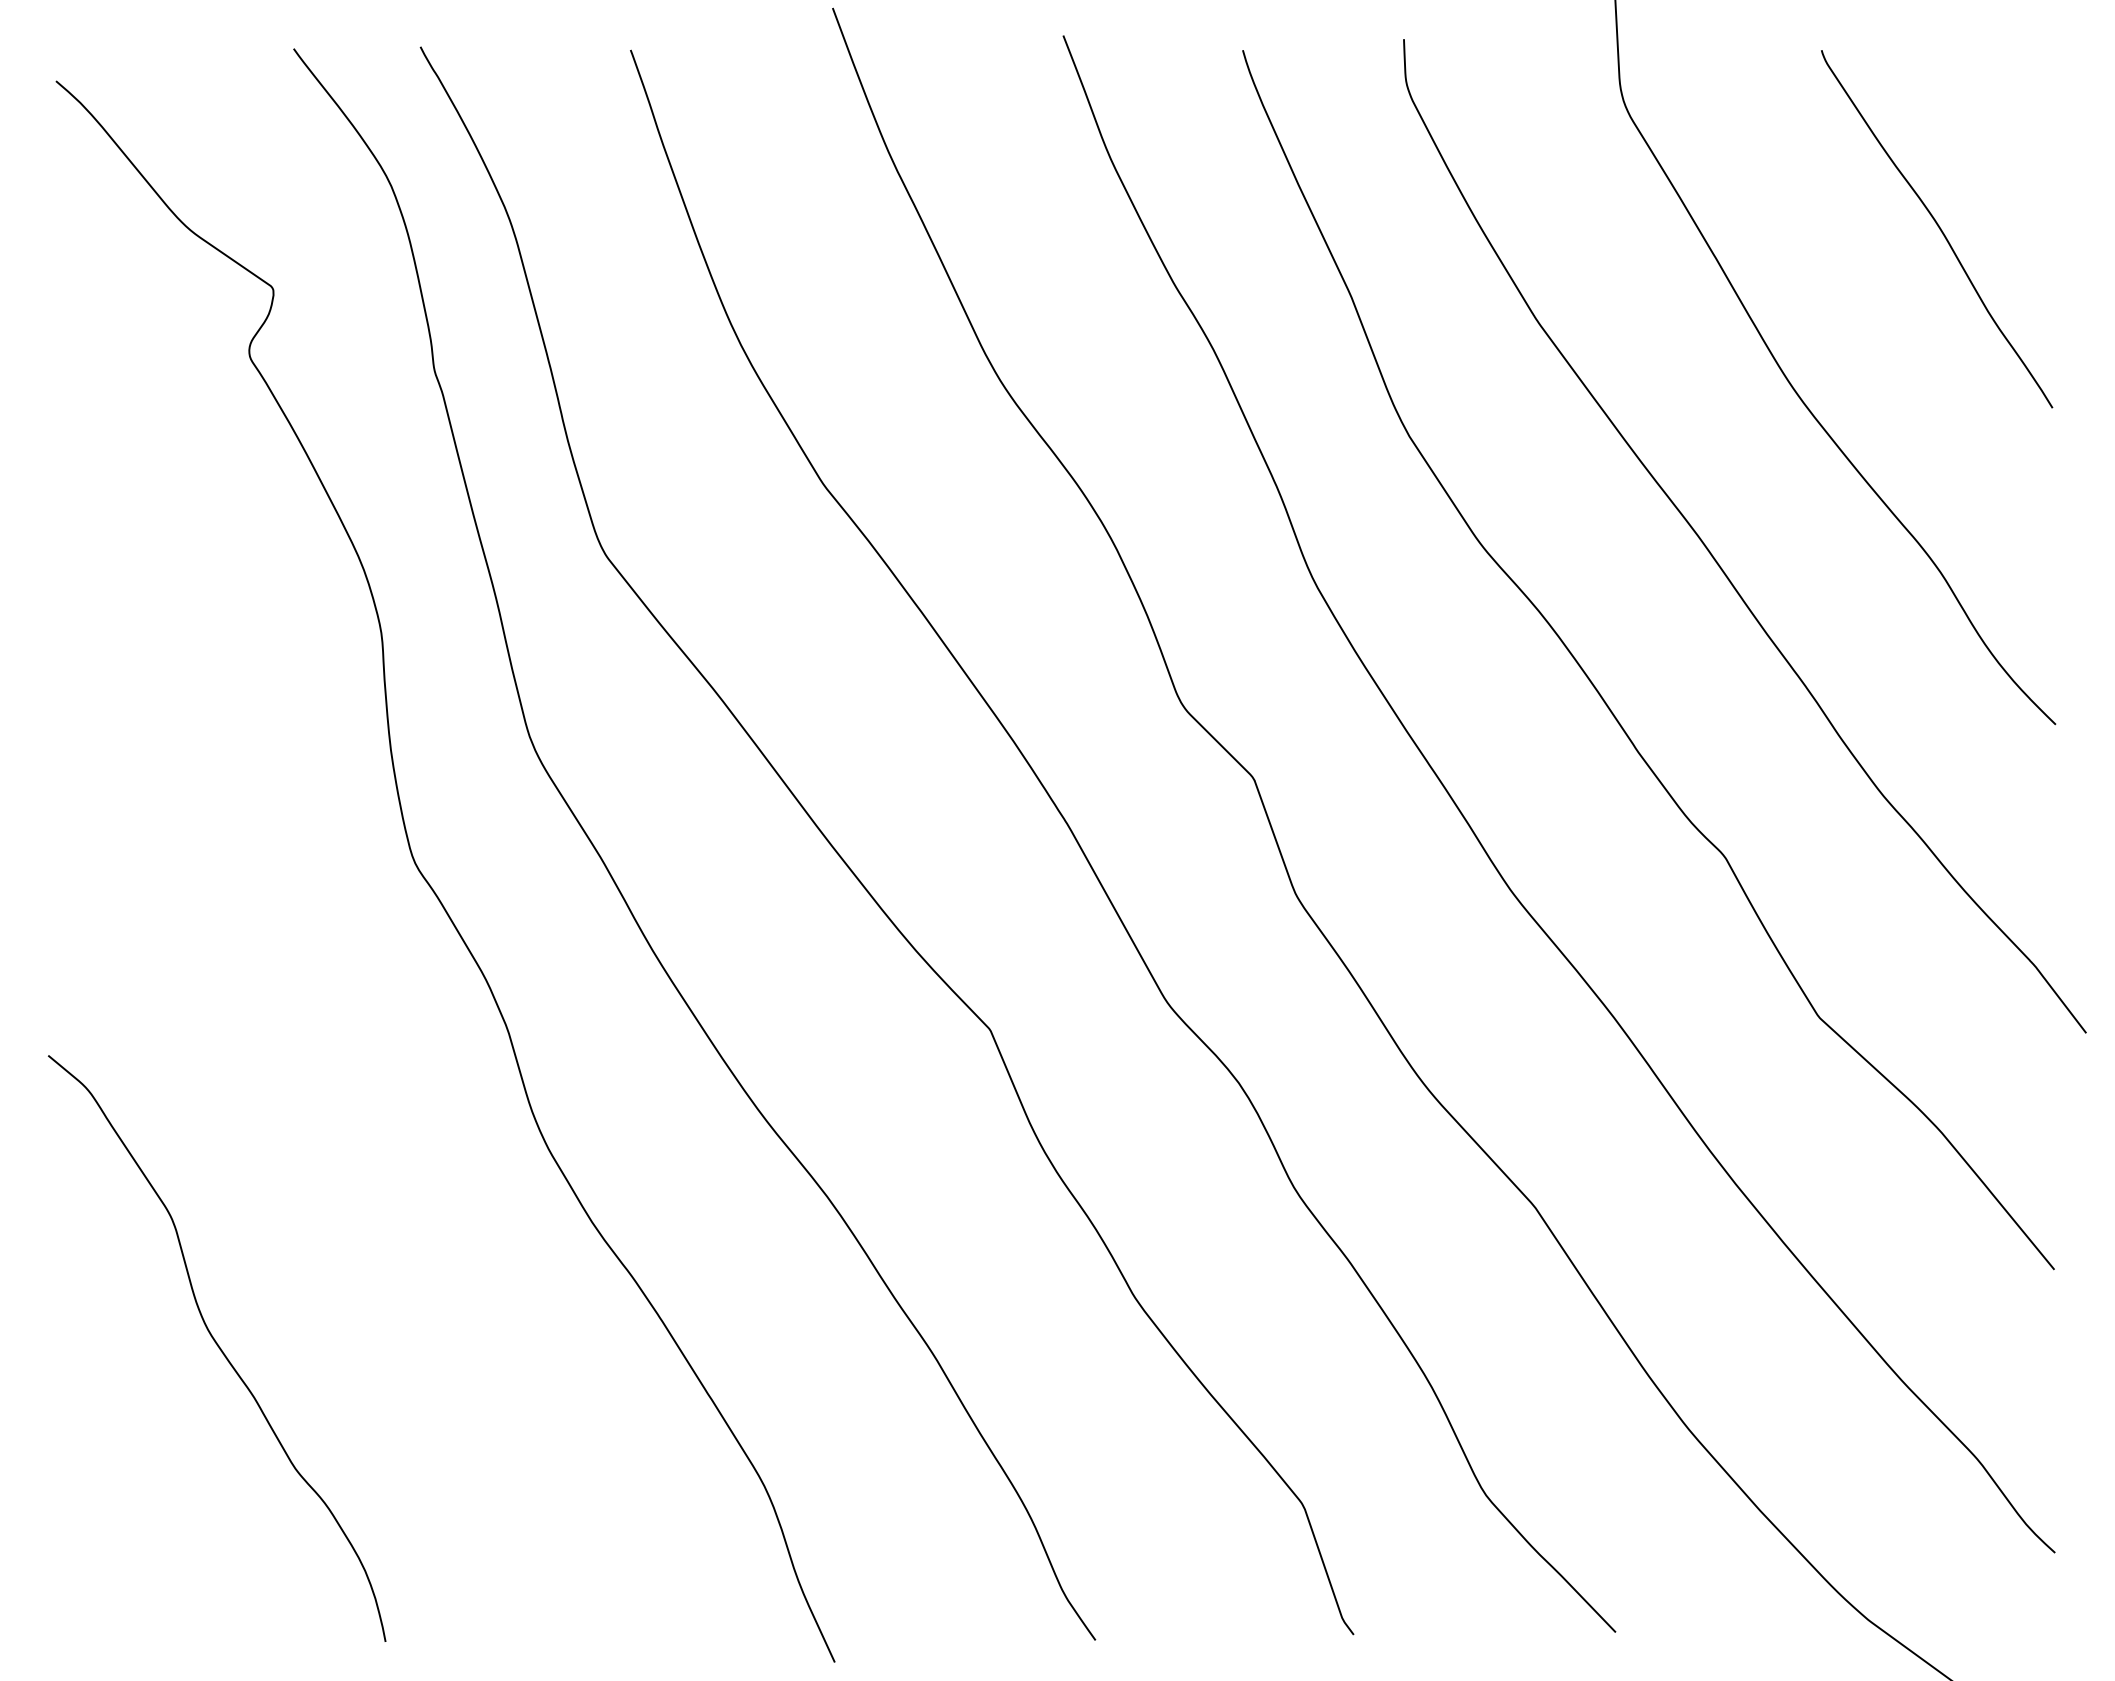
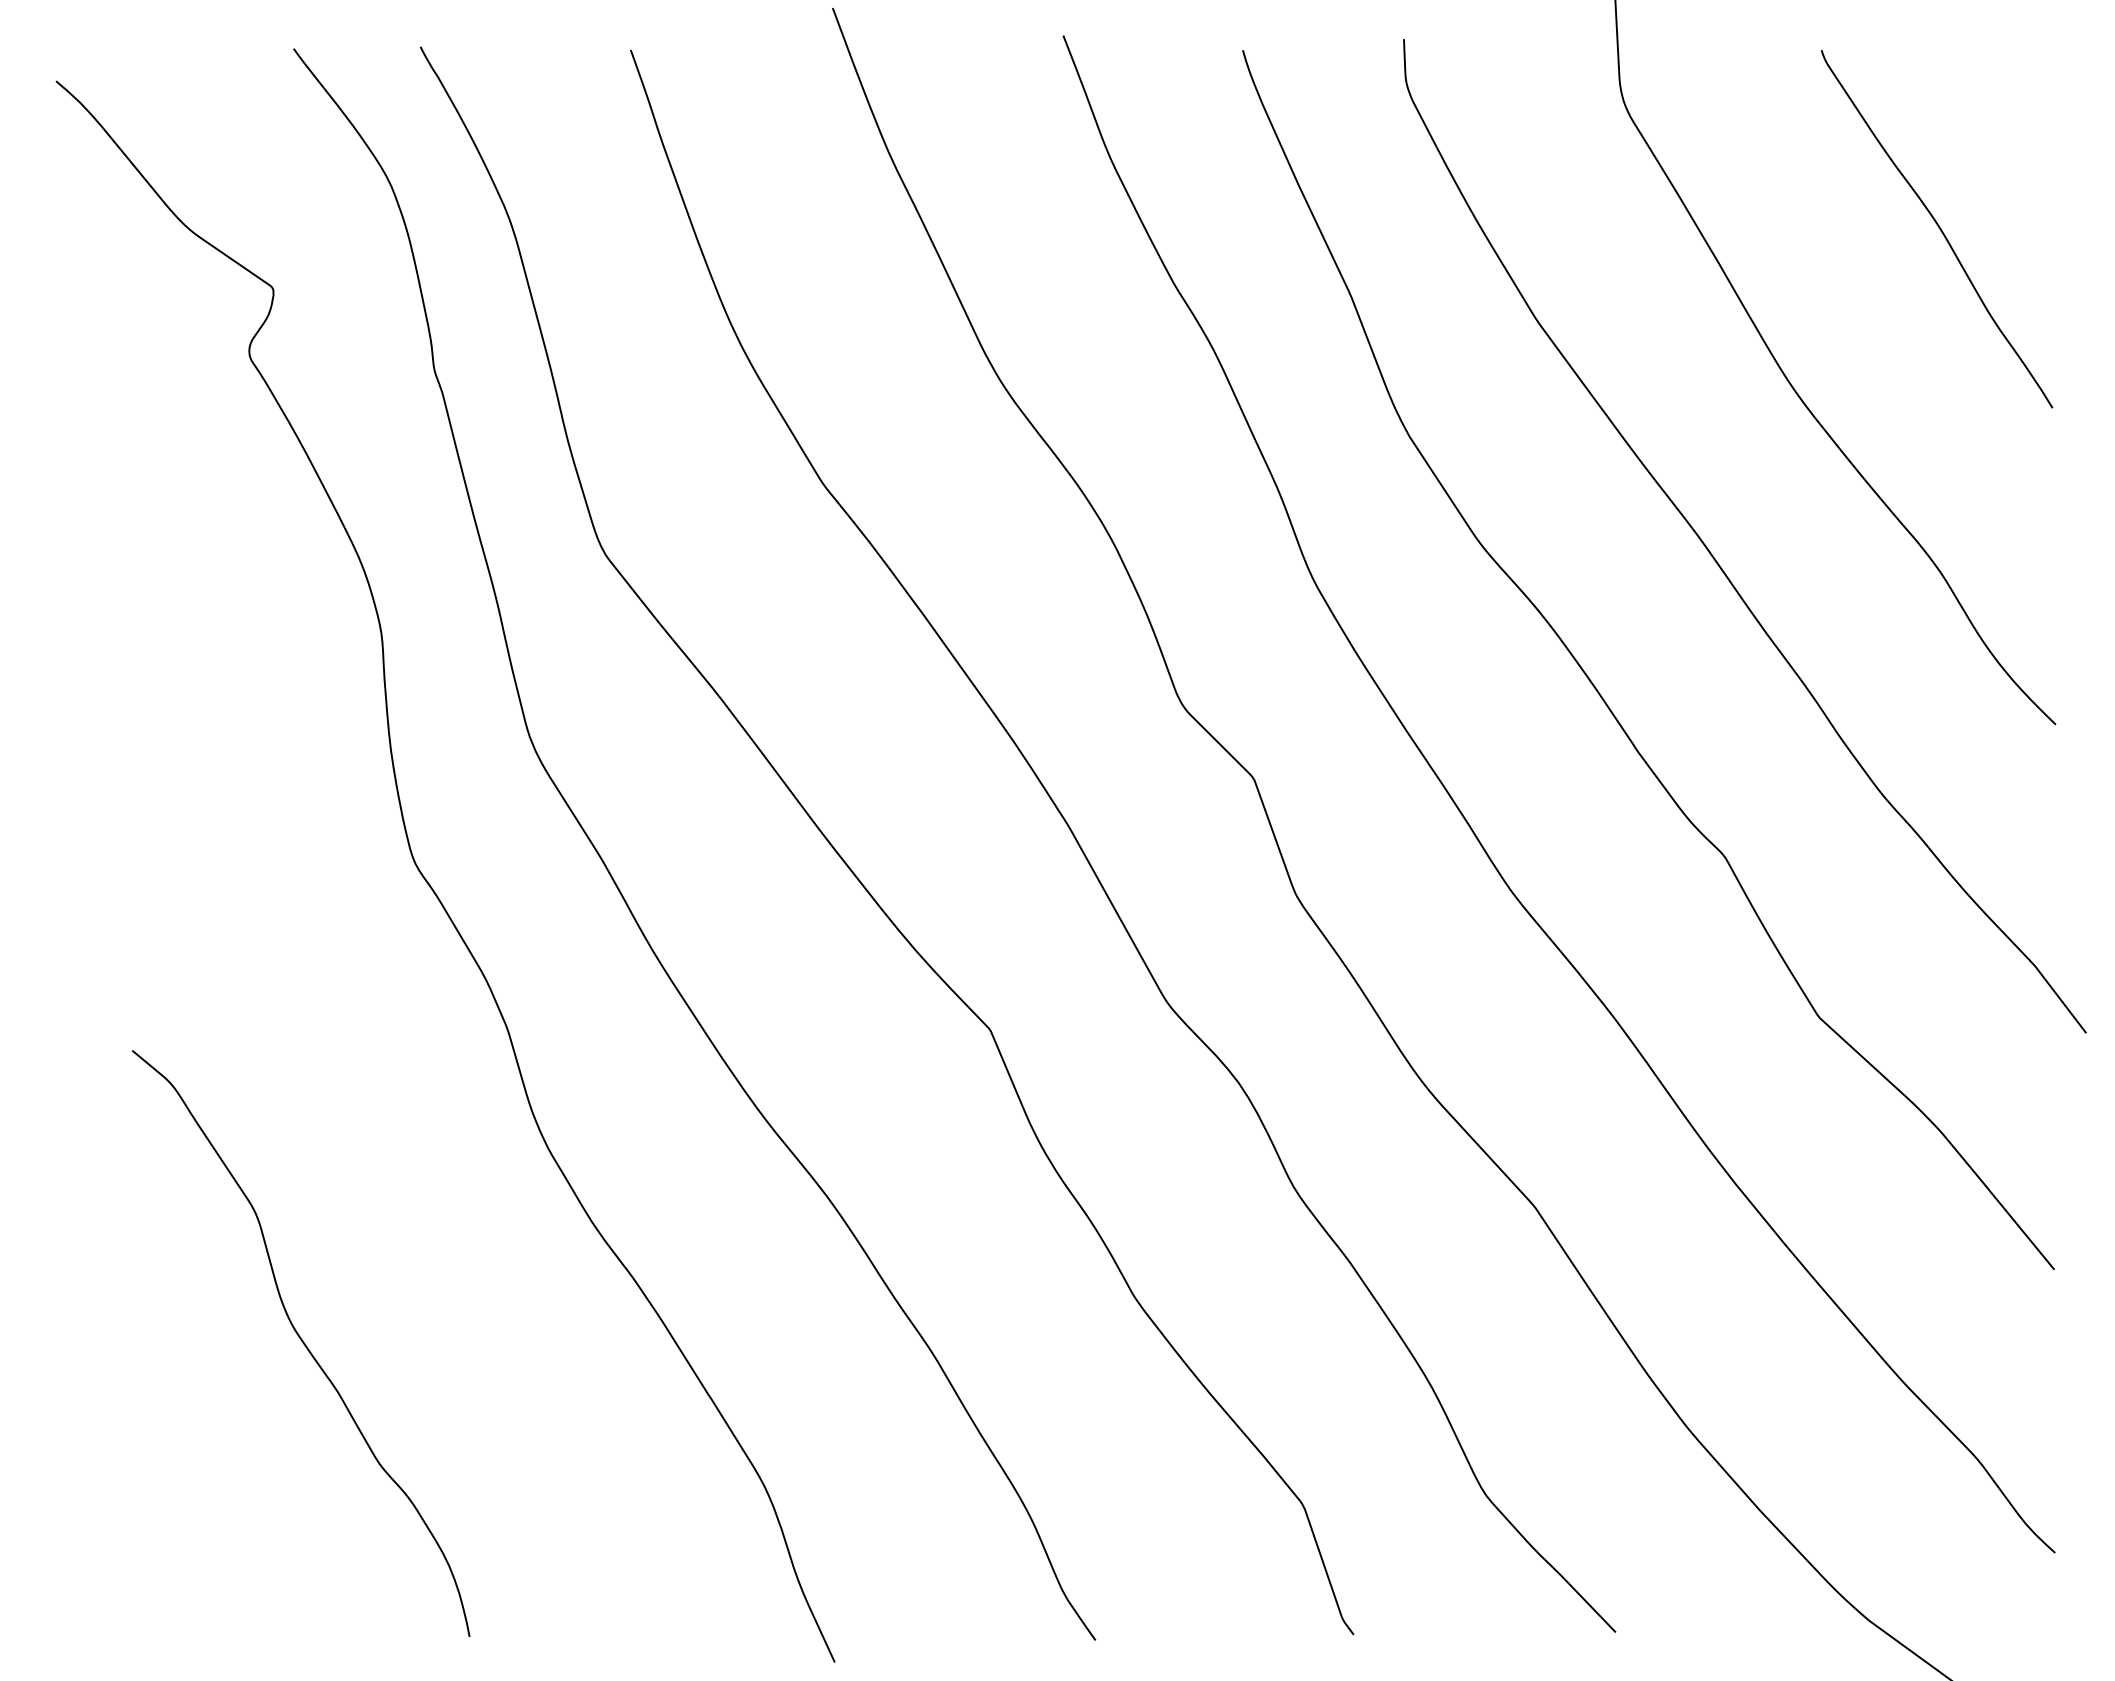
curve at (218, 1348) position: (218, 1348) -> (302, 1343)
